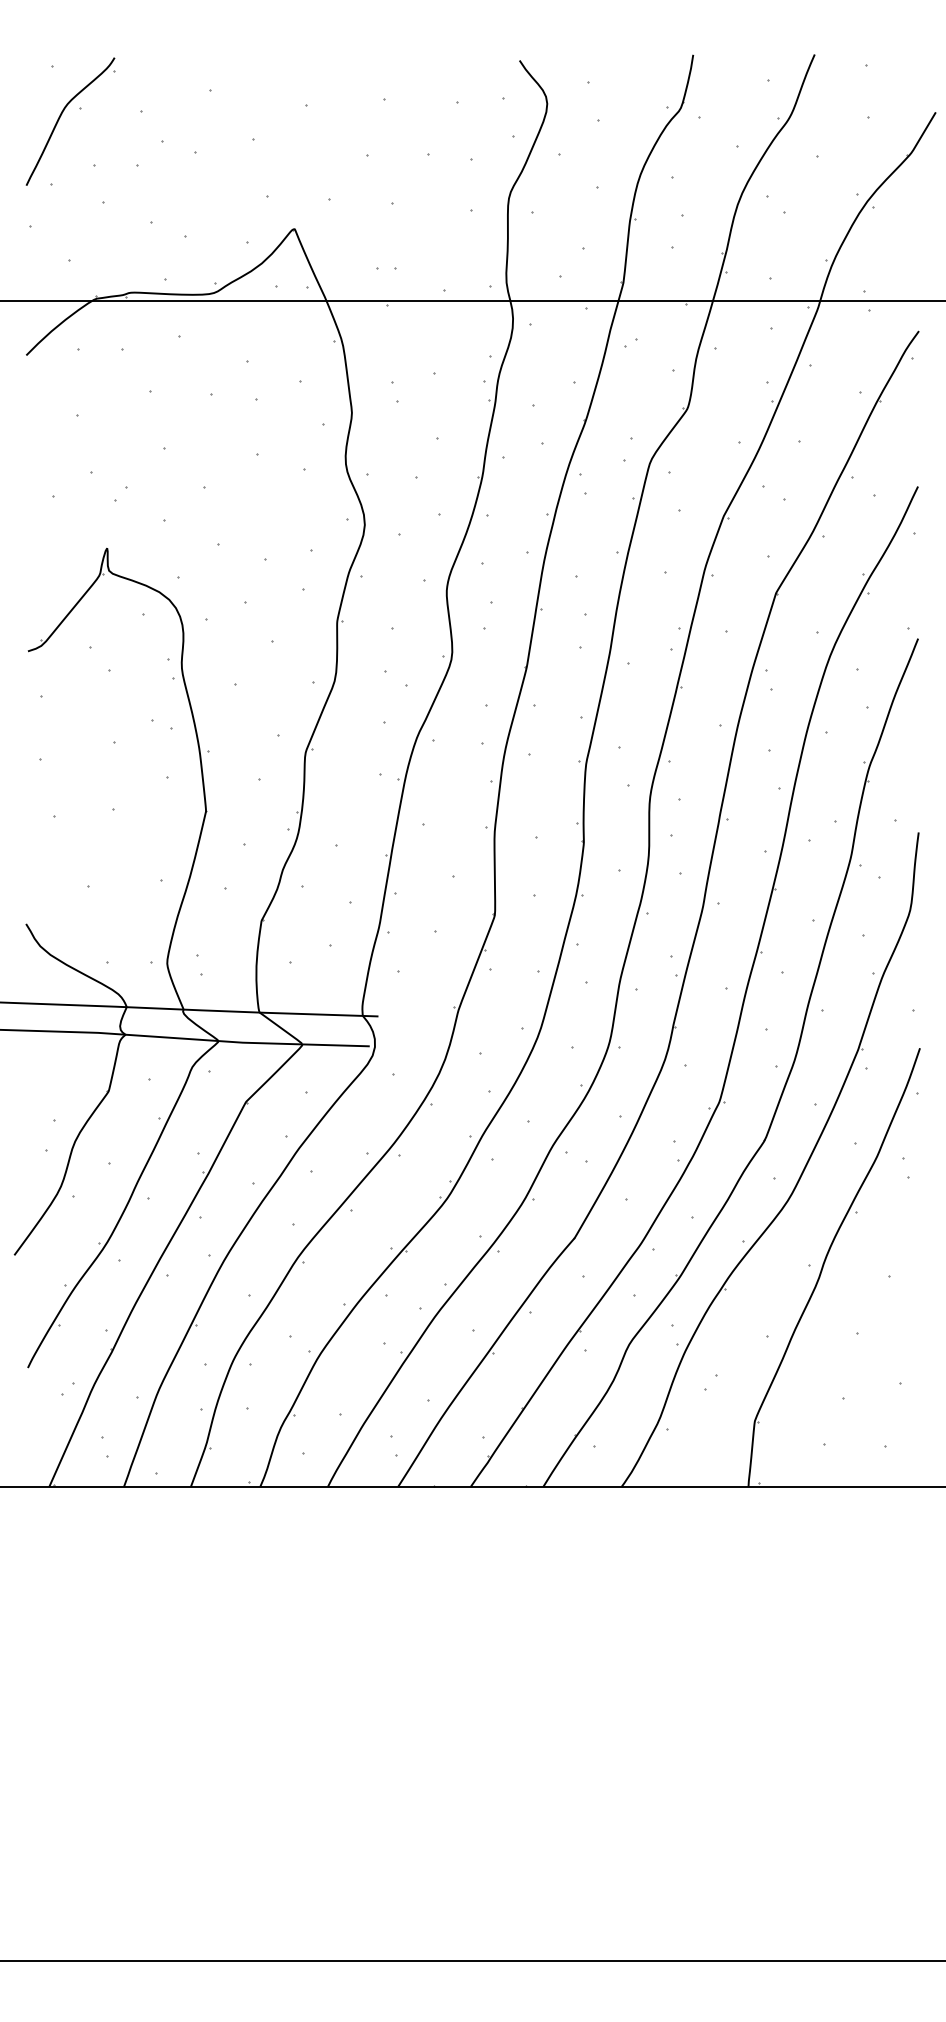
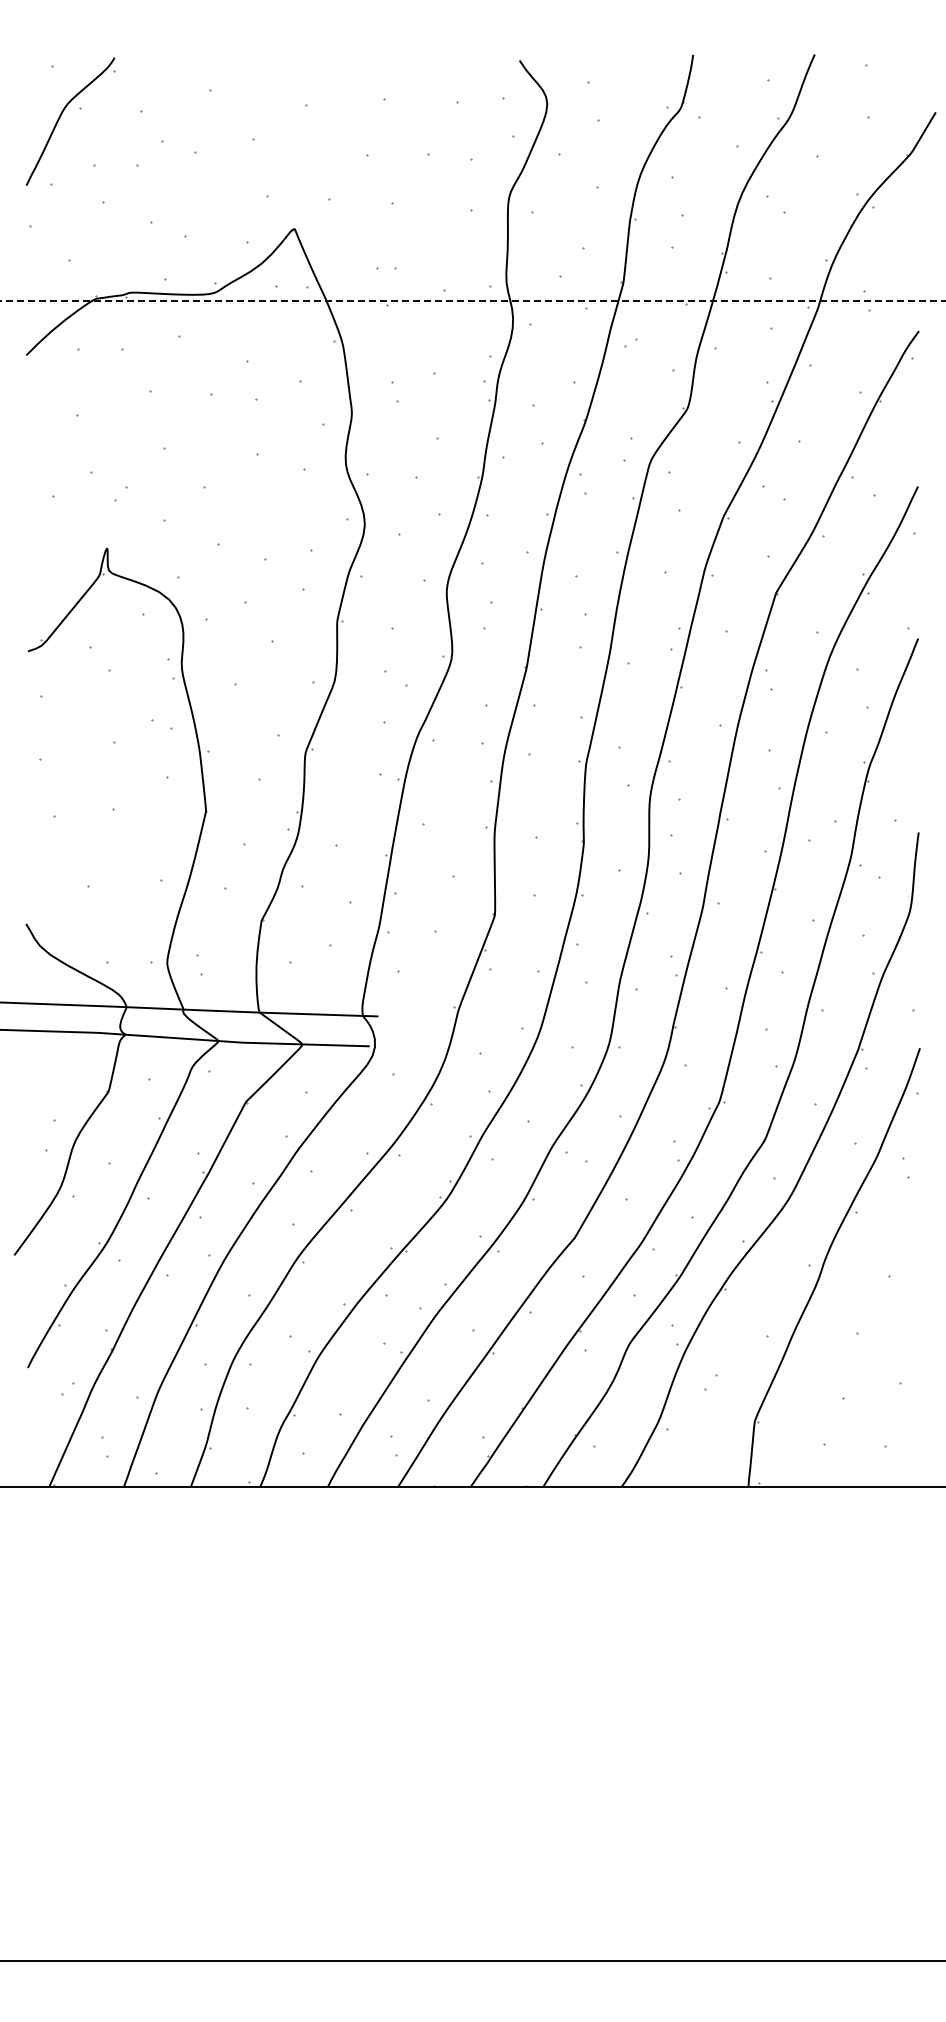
line at (473, 300): solid -> dashed
